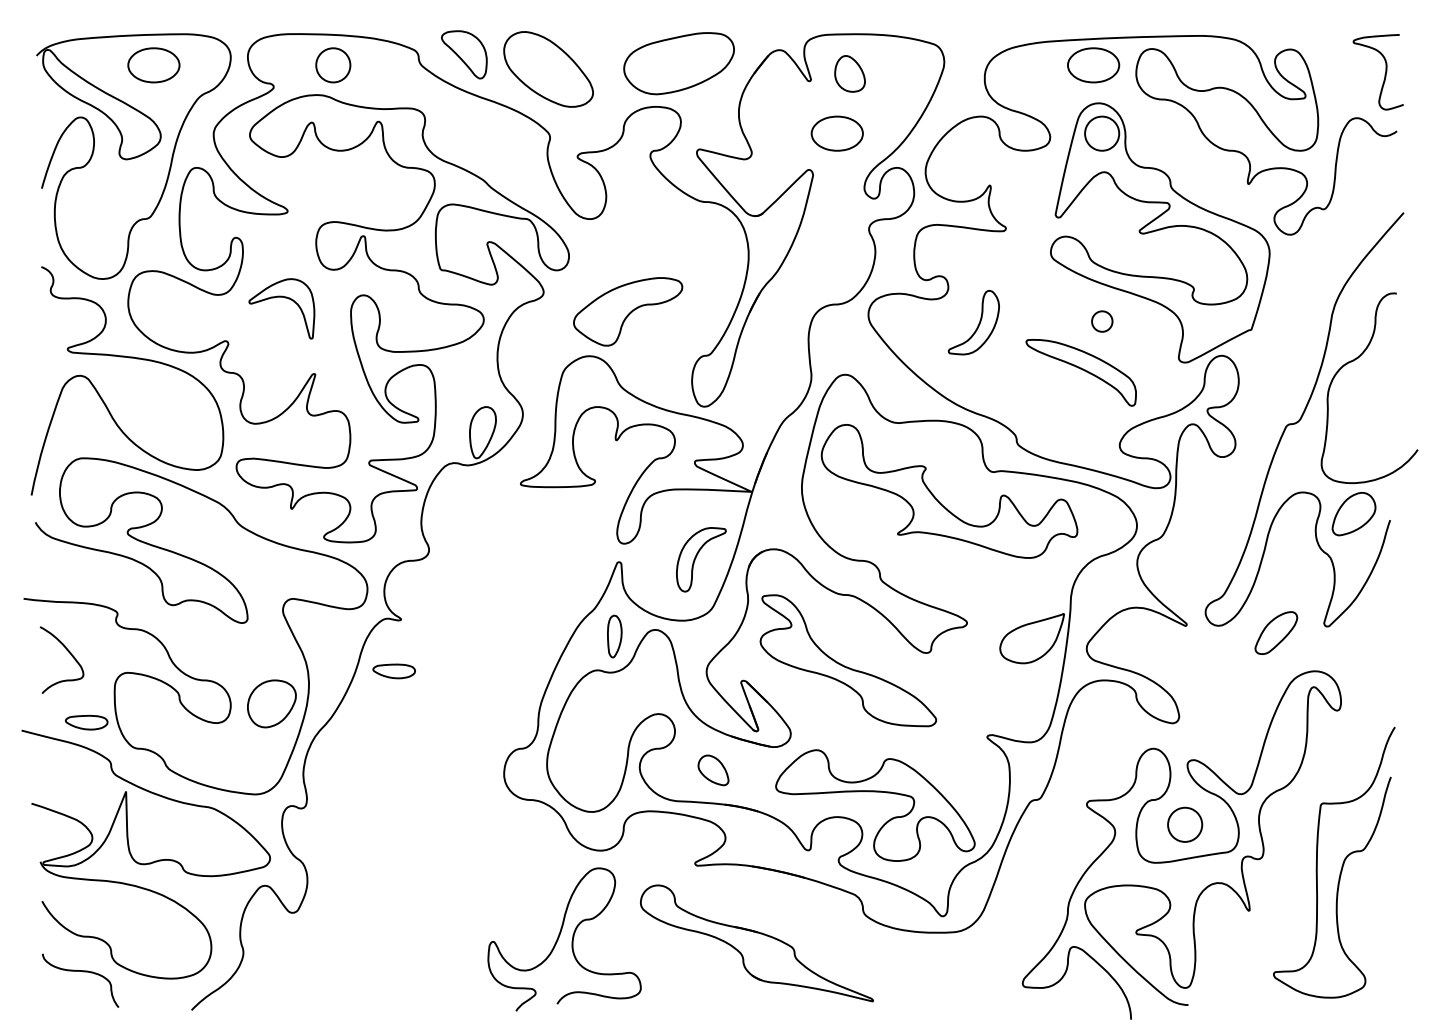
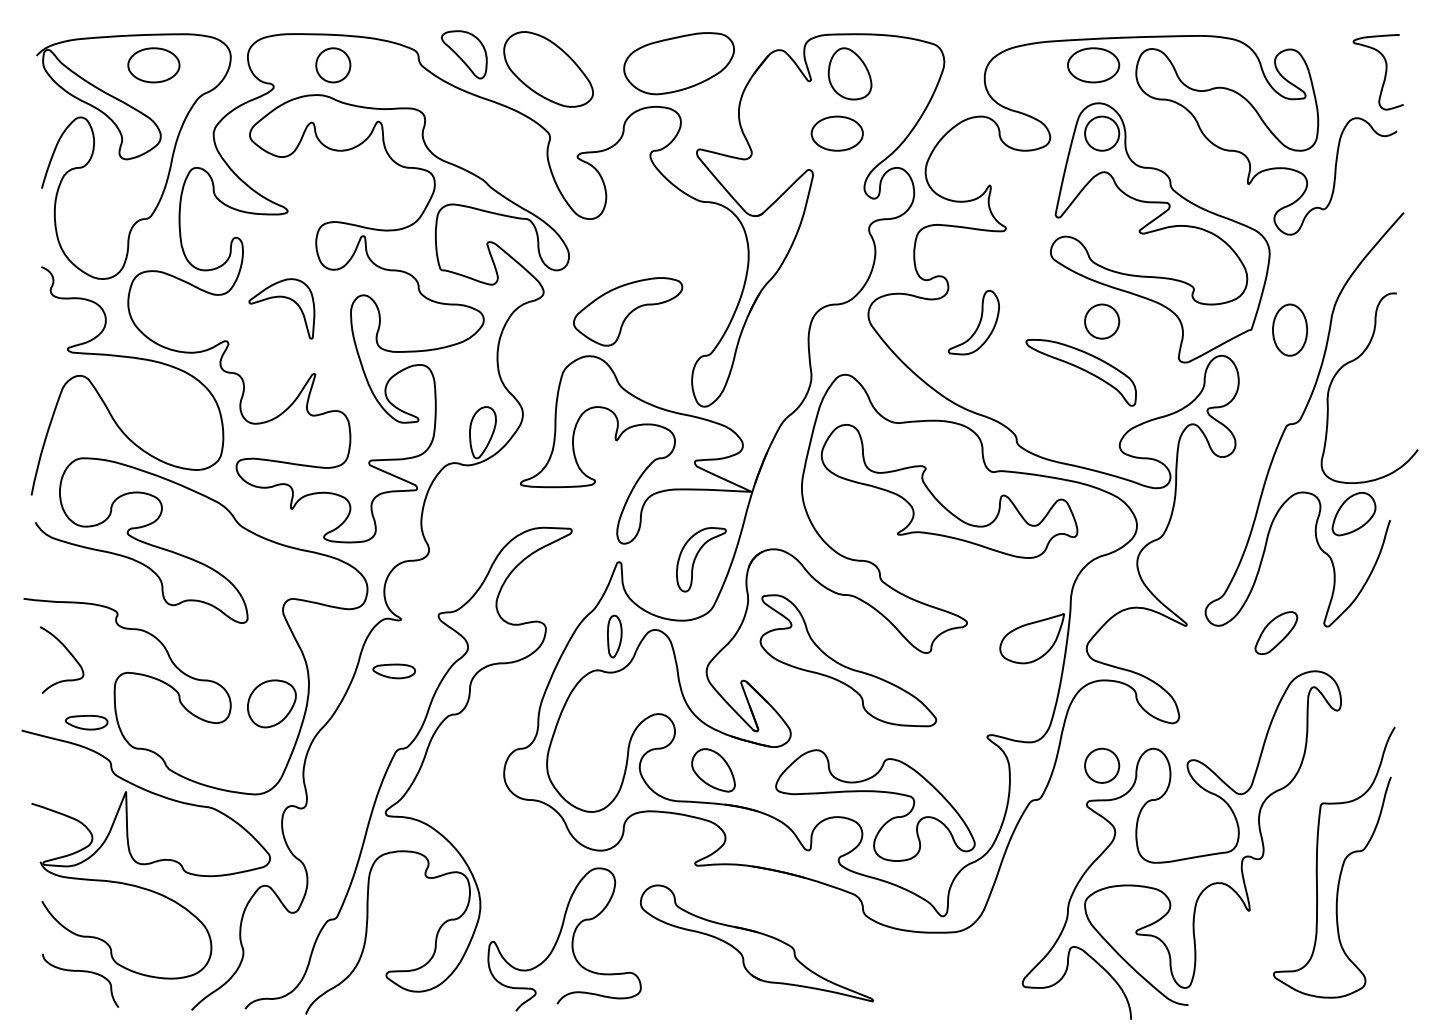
part at (849, 73) size: 32x38 px -> 46x54 px
part at (1102, 321) size: 23x23 px -> 37x37 px
part at (1290, 329): none -> present
part at (713, 770) size: 33x33 px -> 45x45 px
curve at (416, 773): none -> present
part at (1185, 824) position: (1185, 824) -> (1102, 765)
